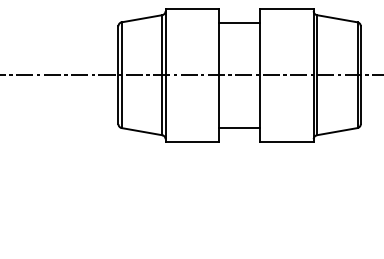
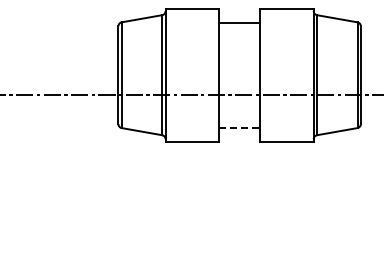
line at (191, 75) position: (191, 75) -> (191, 95)
line at (240, 127): solid -> dashed
